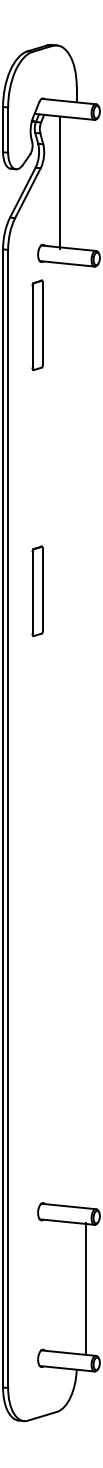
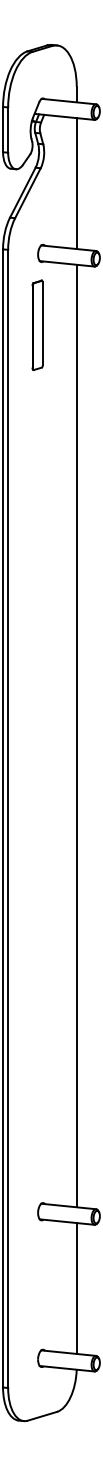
line at (59, 183) position: (59, 183) -> (76, 183)
part at (37, 590): present -> none
line at (76, 735): none -> present
line at (85, 1288) position: (85, 1288) -> (76, 1288)
